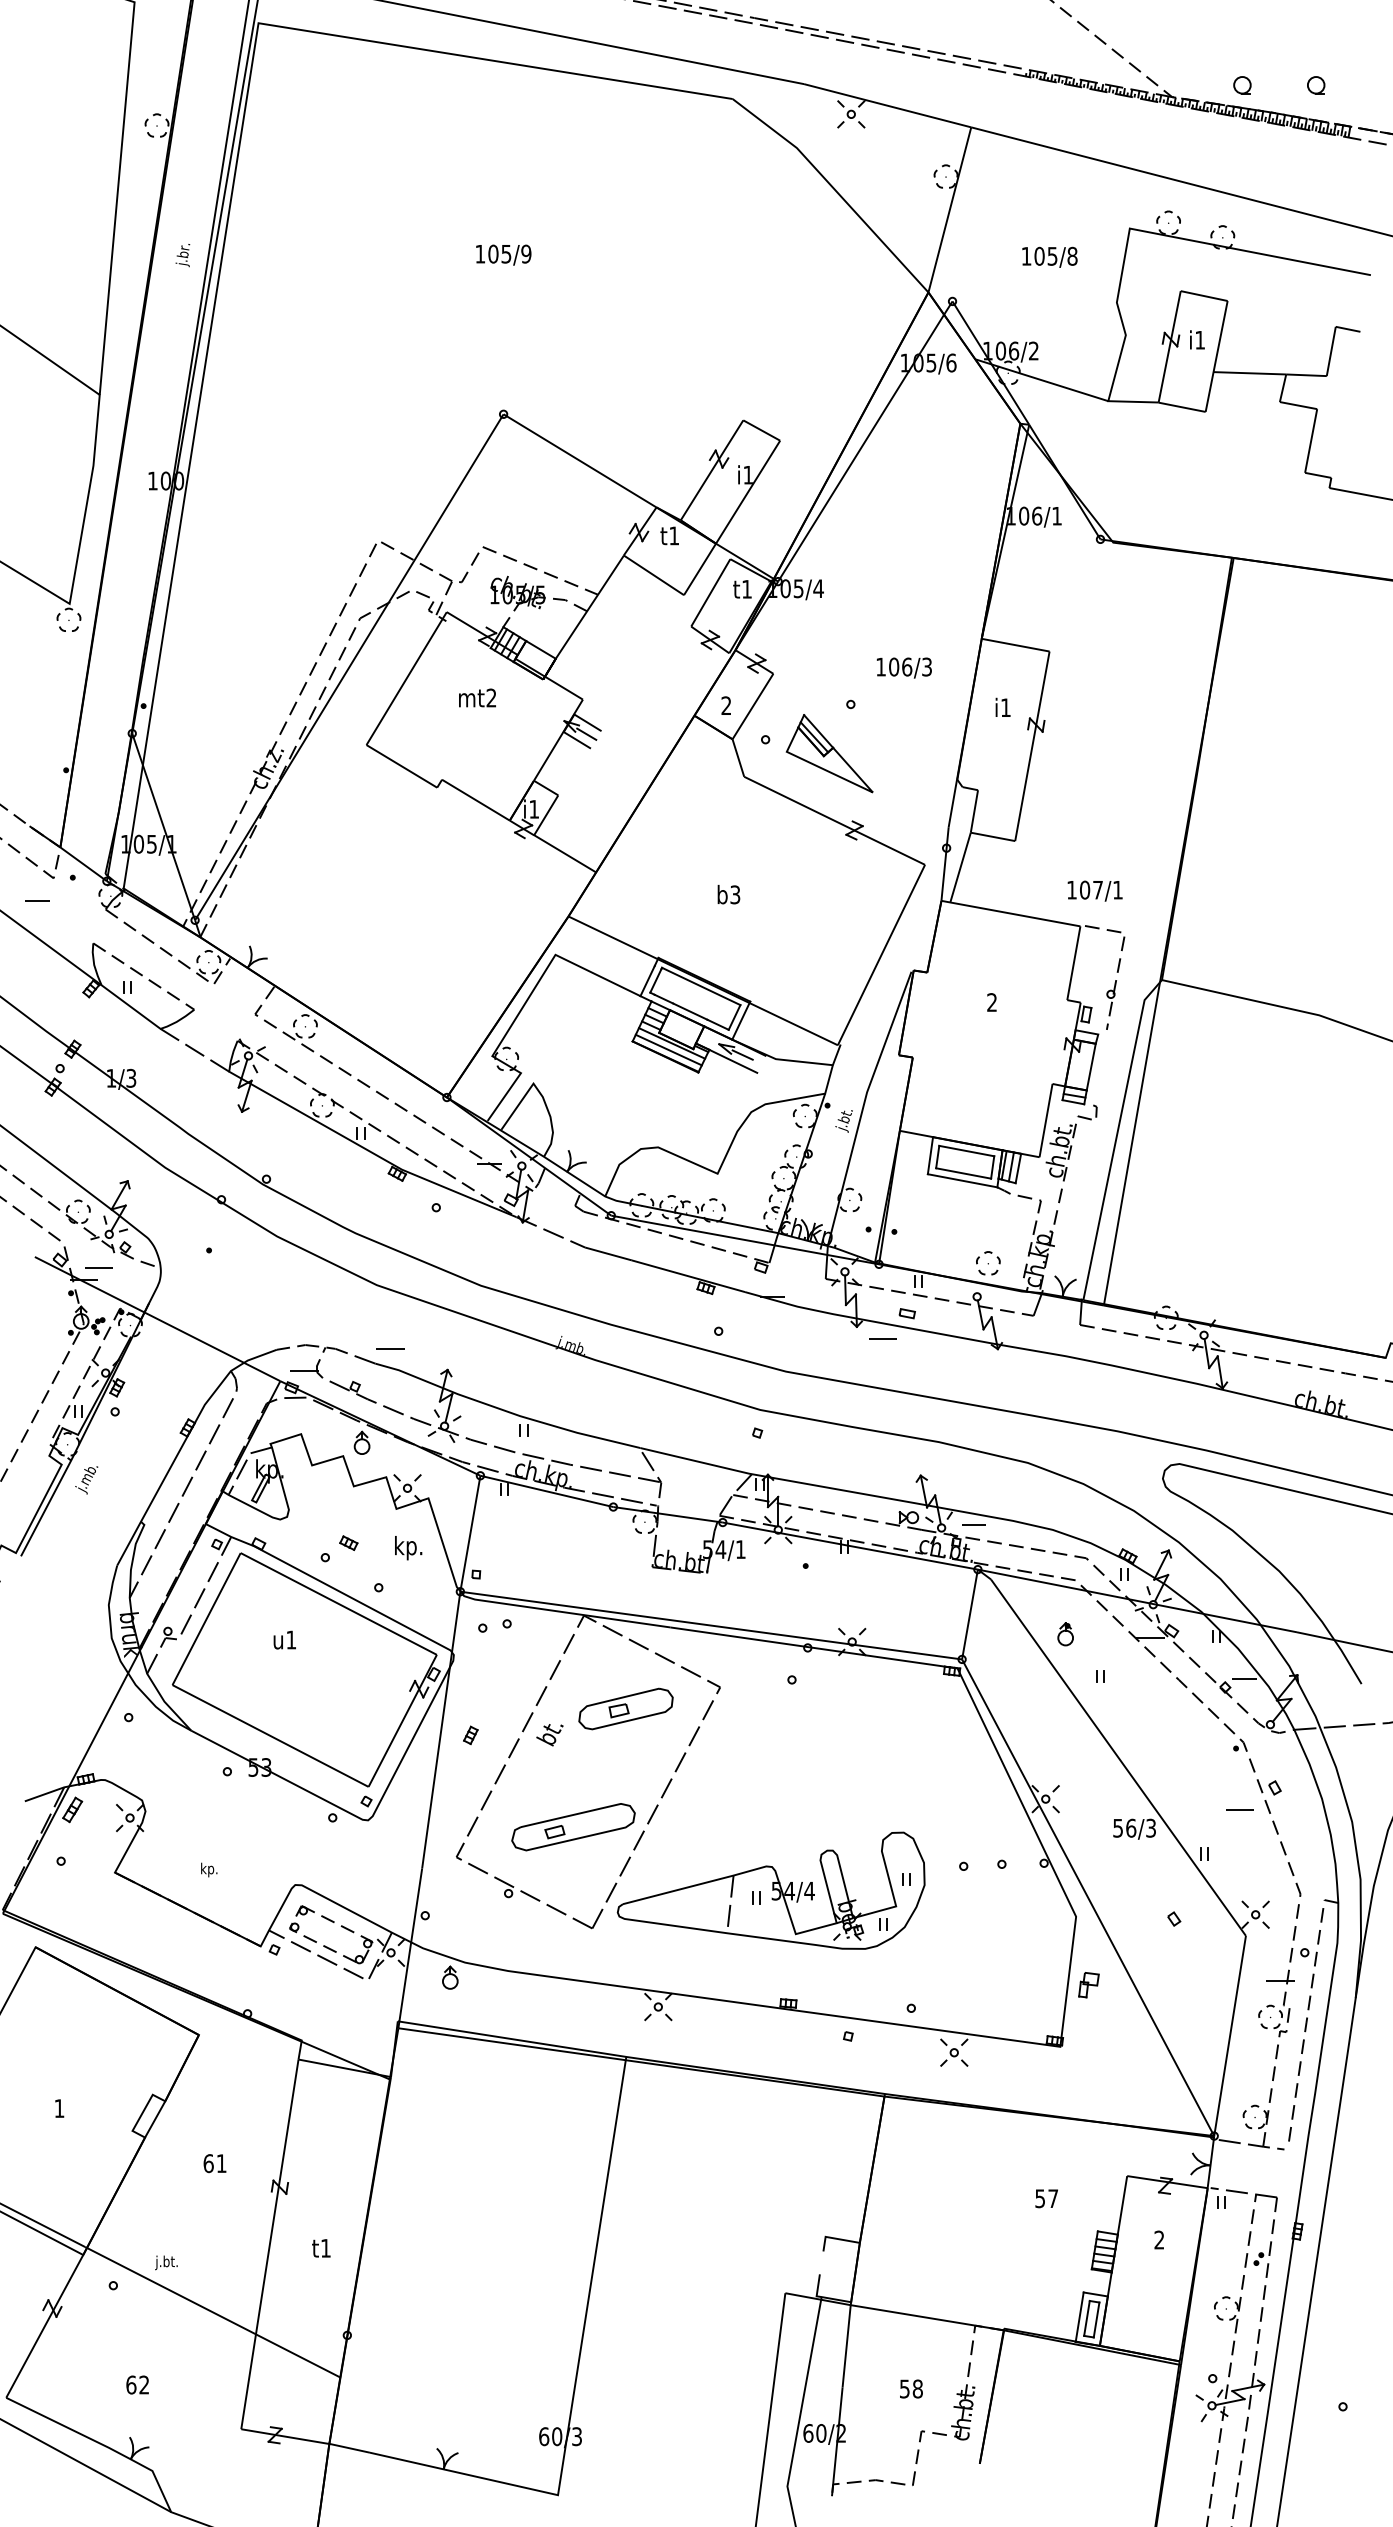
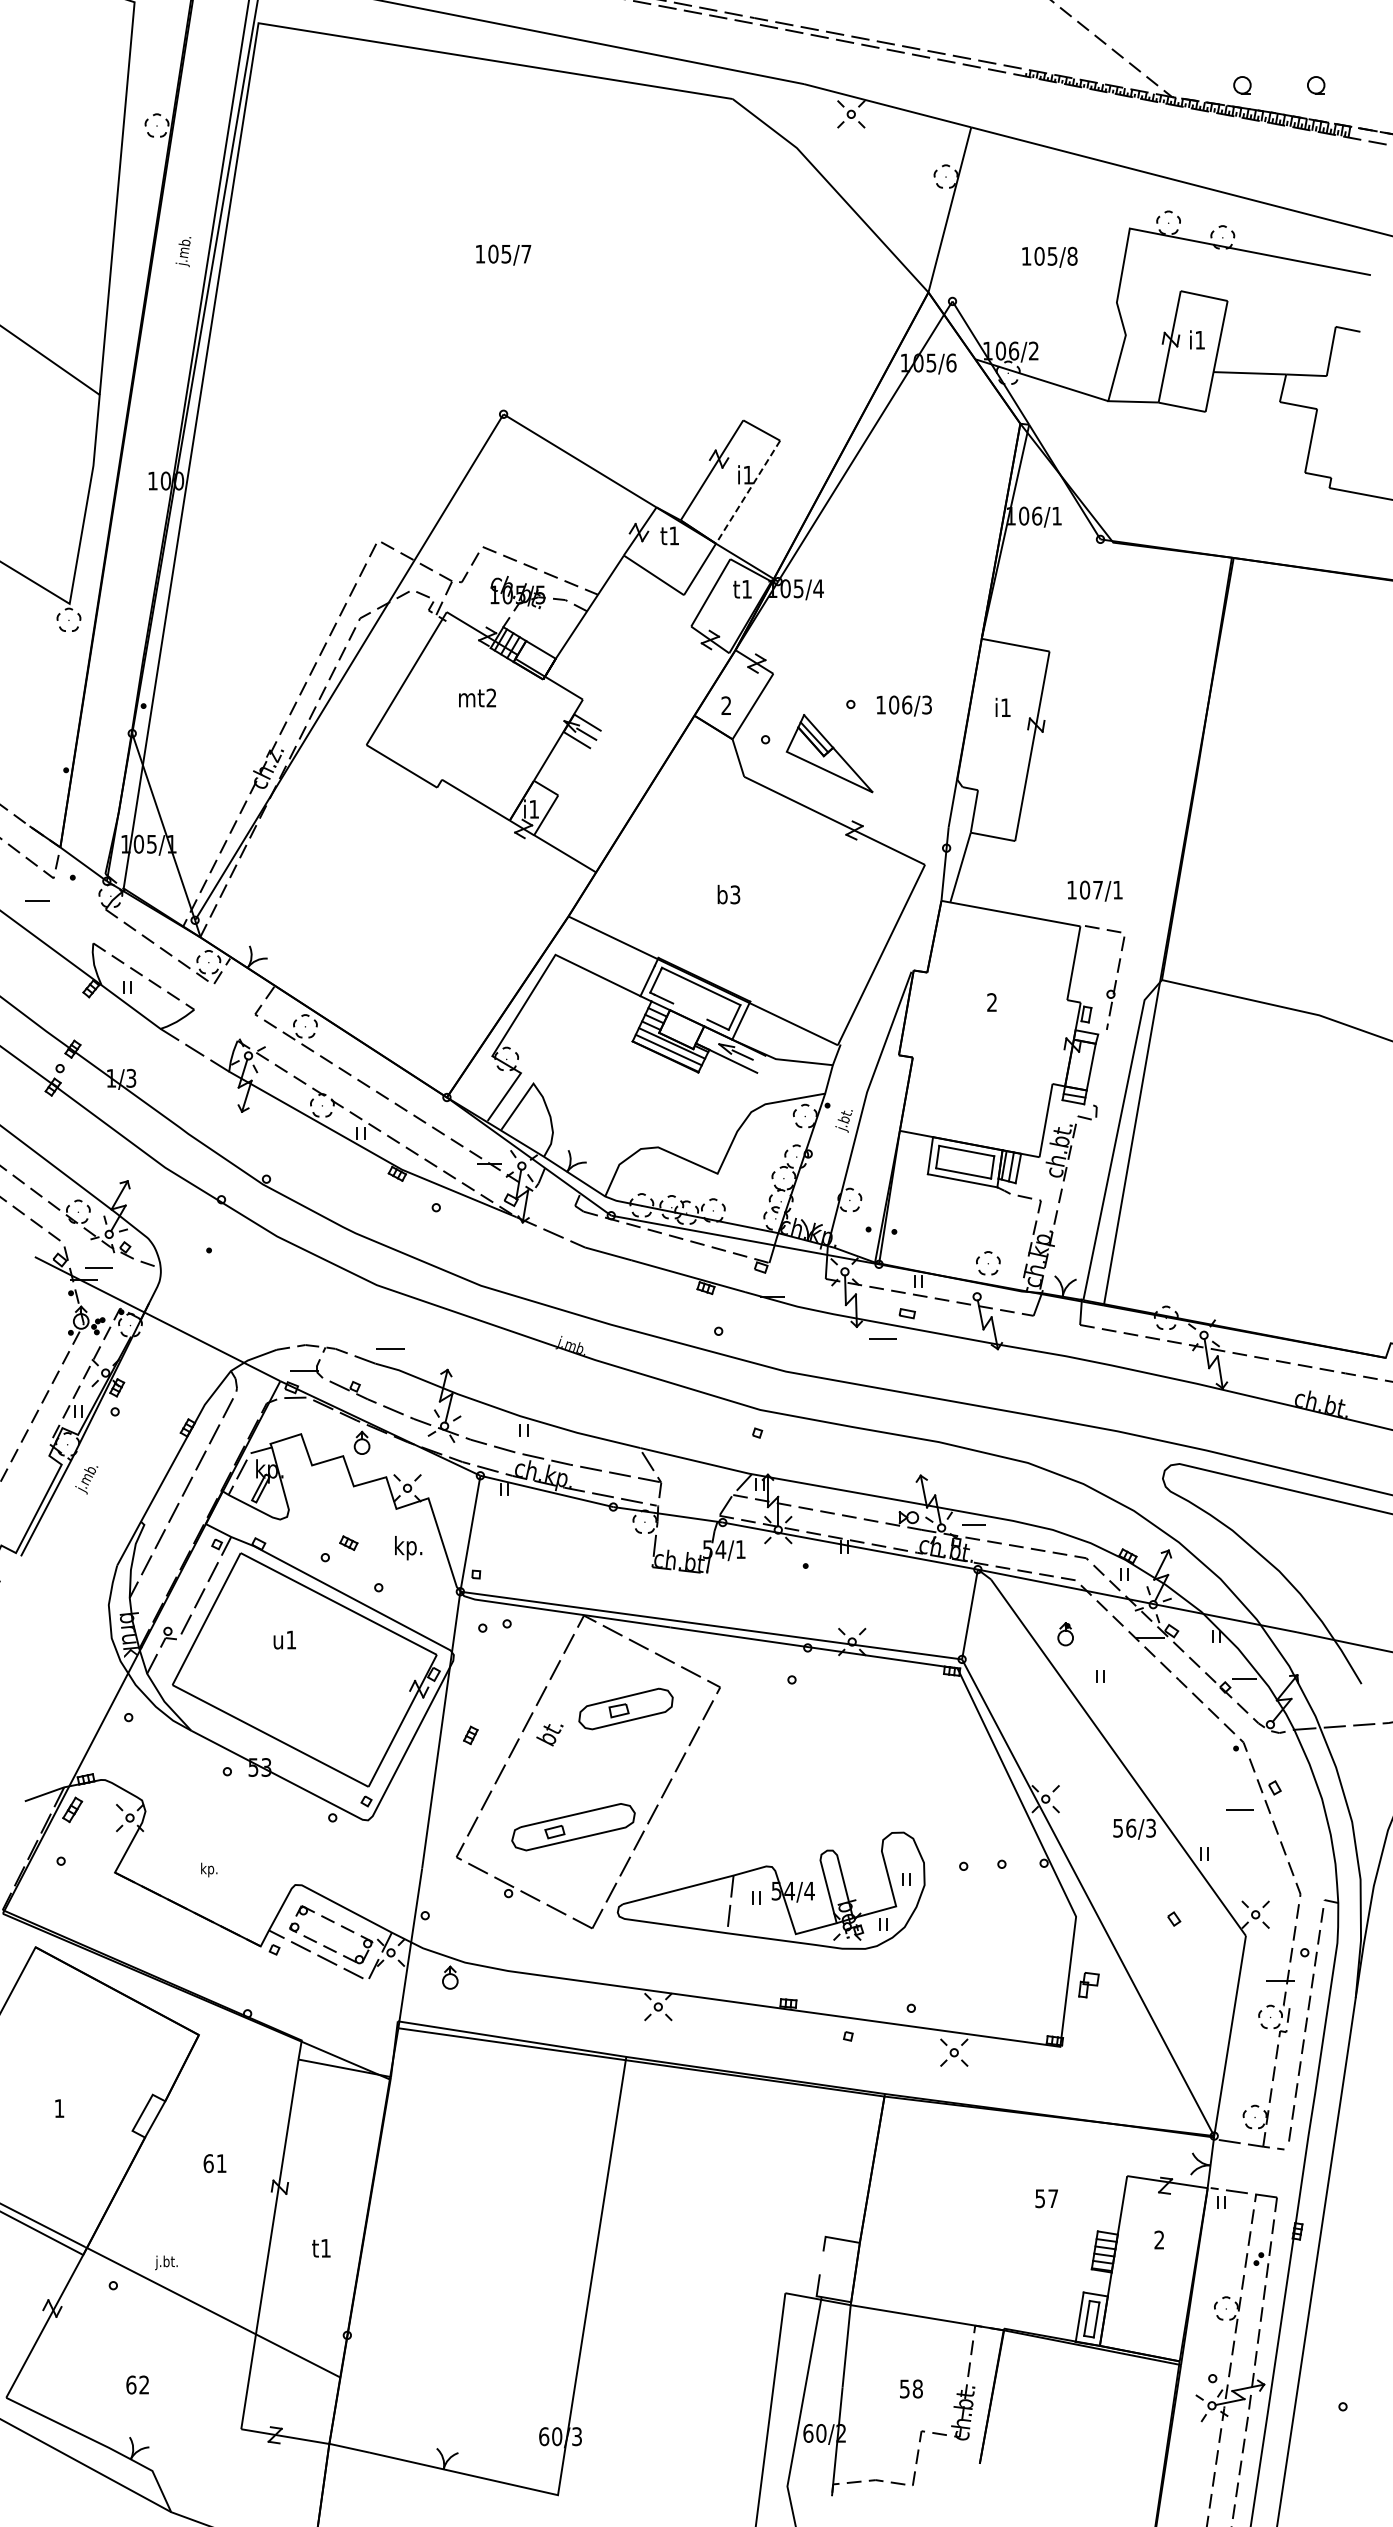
text at (183, 246): j.br. -> j.mb.
text at (526, 253): 105/9 -> 105/7
line at (748, 492): solid -> dashed
text at (903, 667) position: (903, 667) -> (903, 705)
line at (690, 1011): present -> none
